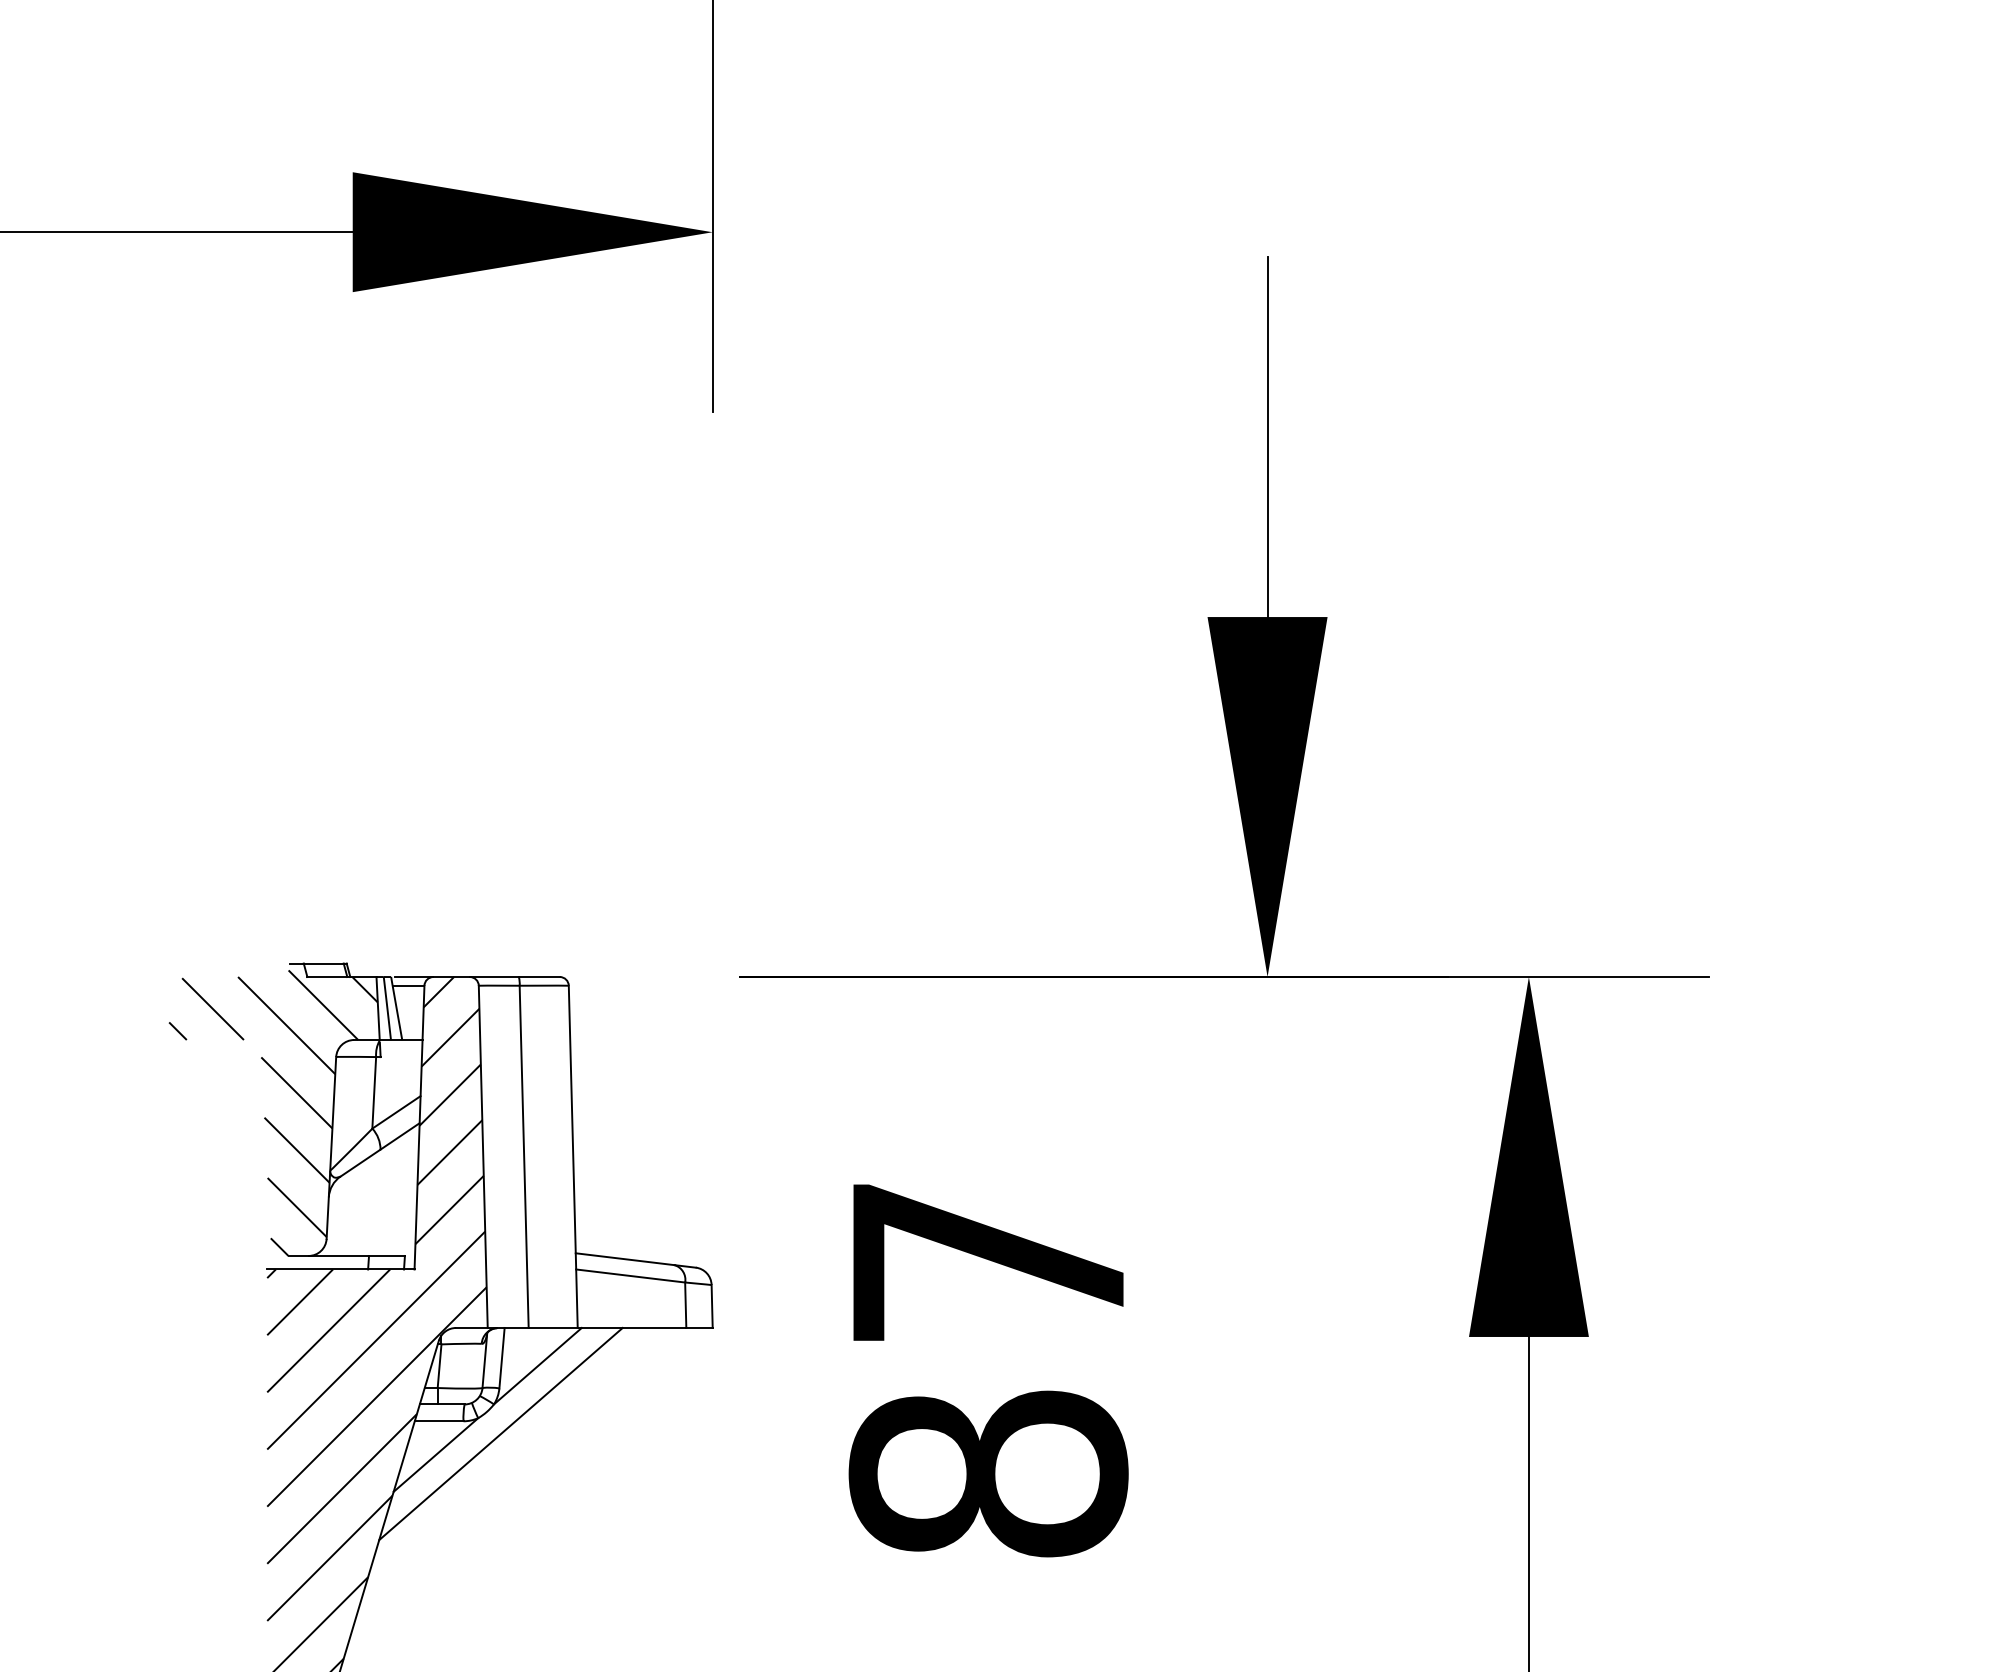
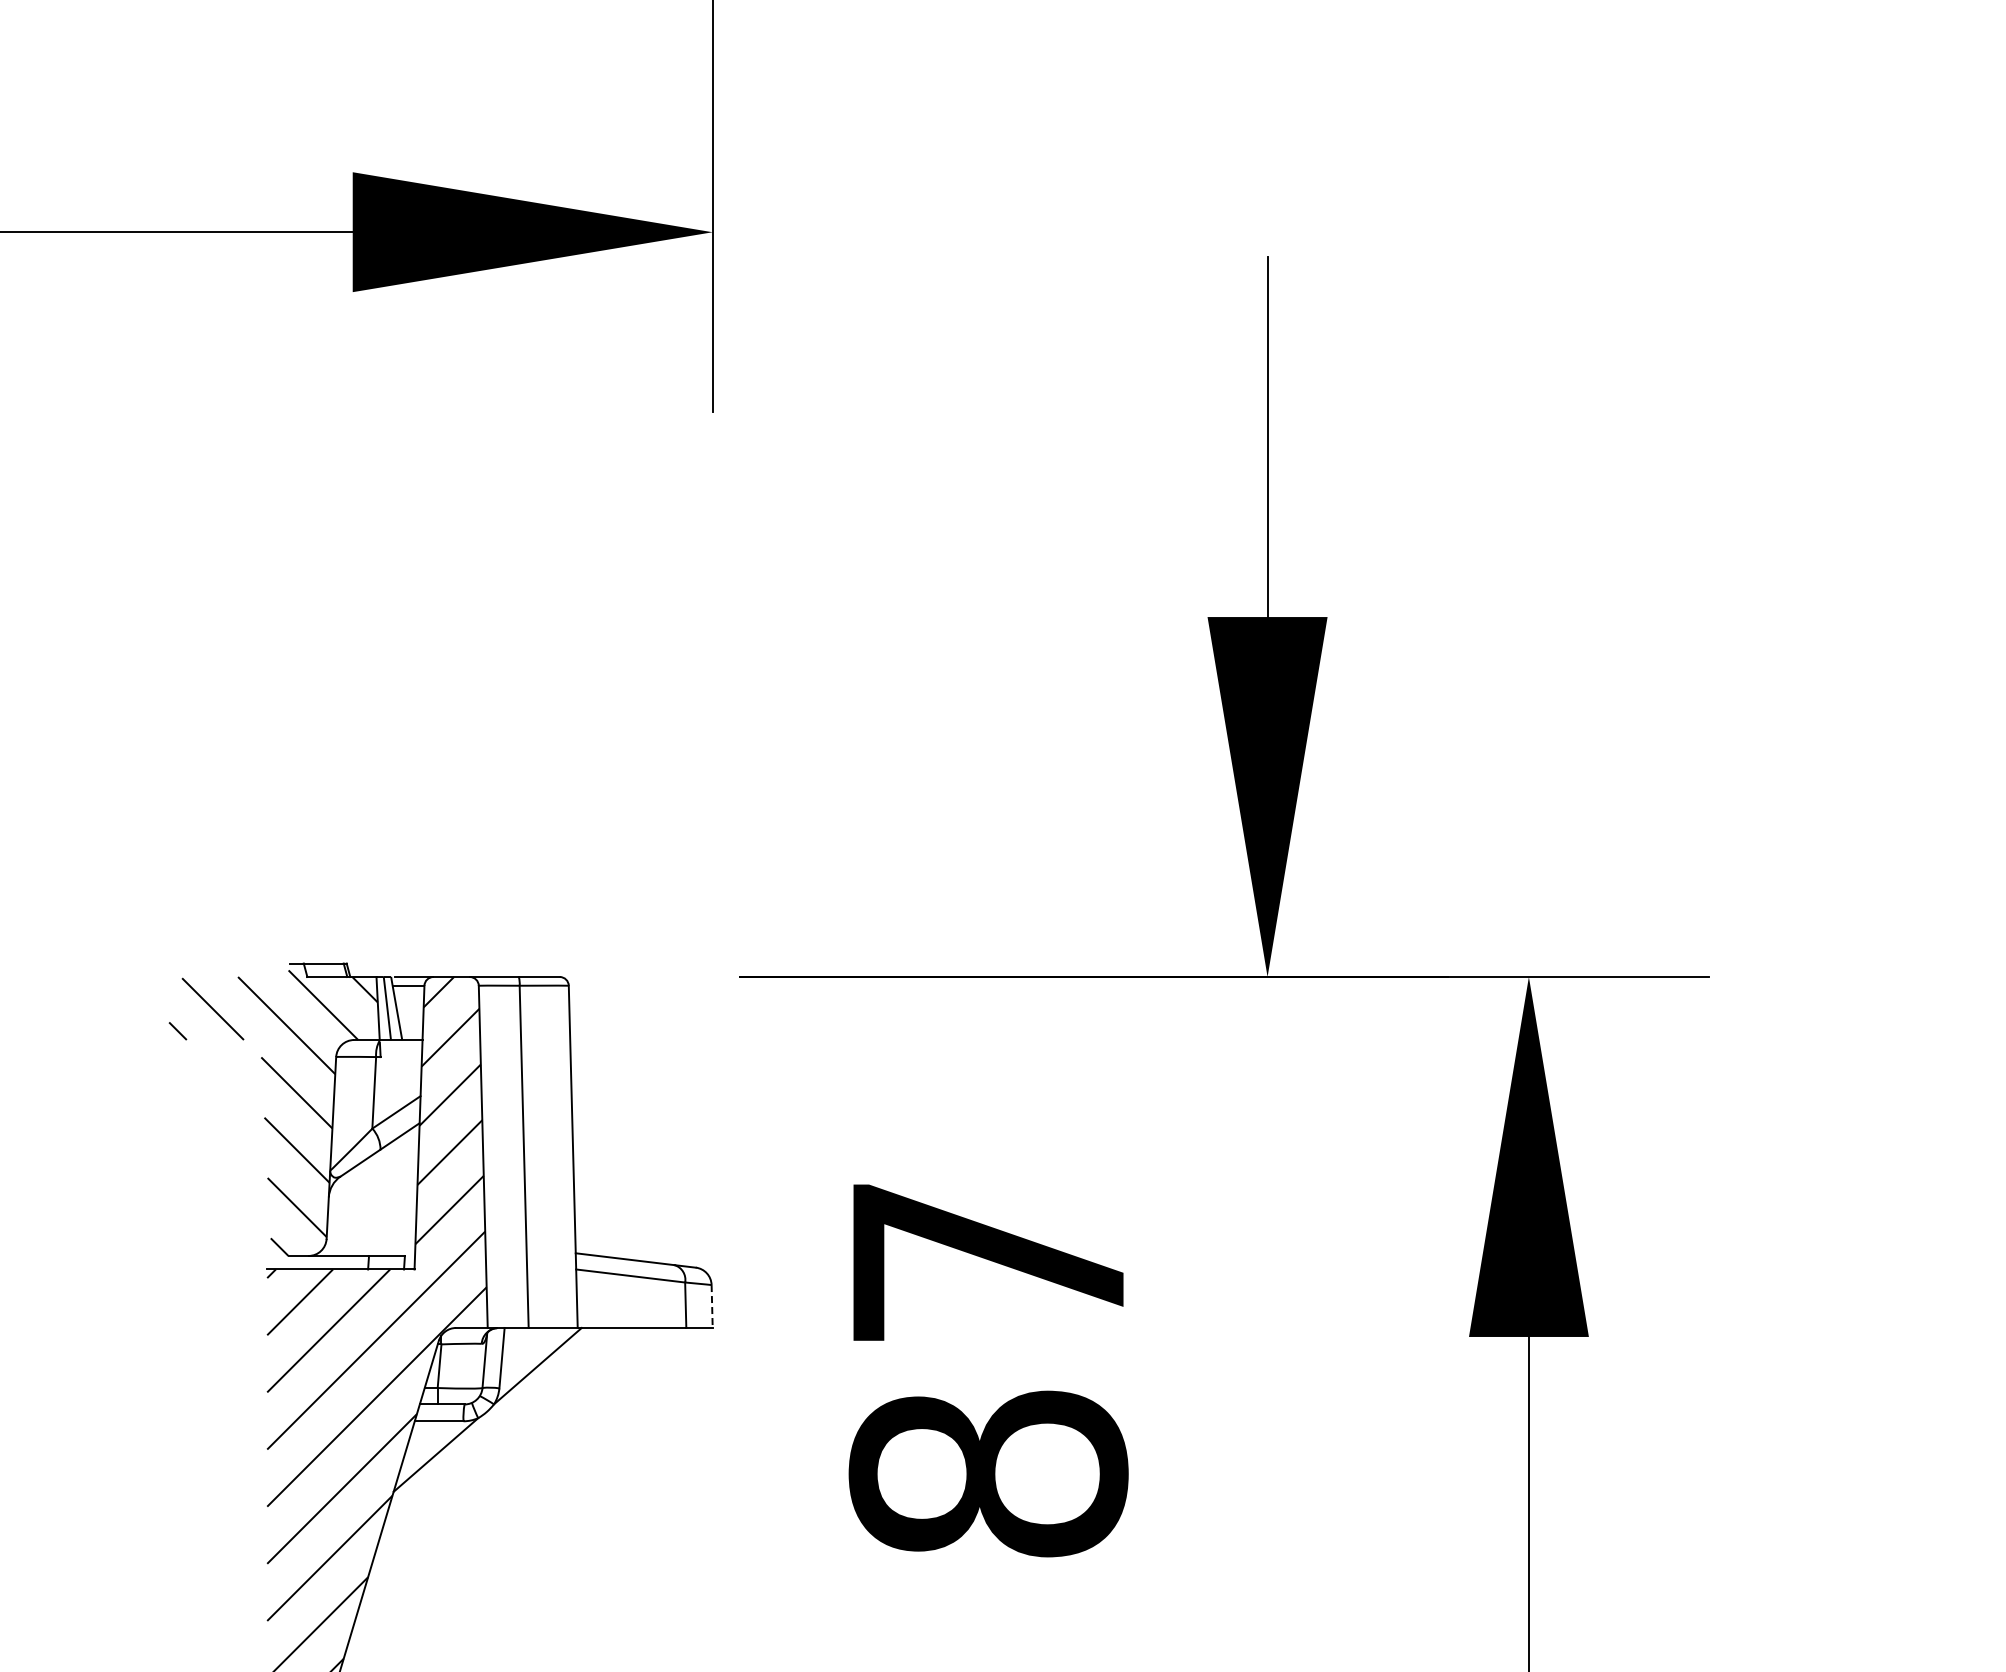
line at (712, 1307): solid -> dashed
line at (500, 1433): present -> none
